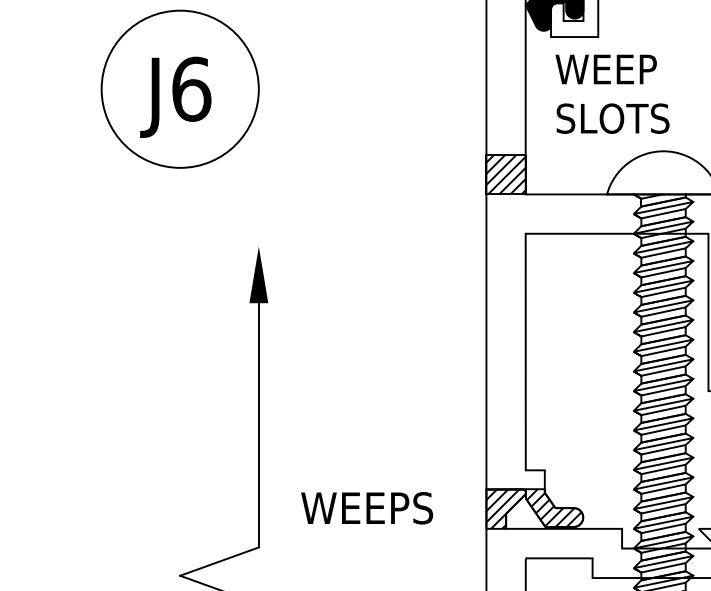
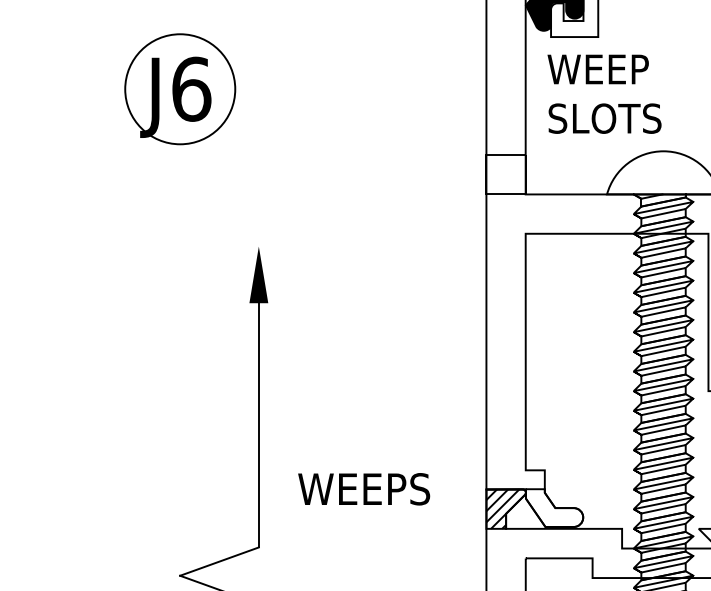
circle at (179, 88) diameter: 157 px -> 110 px
text at (612, 93) position: (612, 93) -> (604, 93)
hatch at (505, 174): present -> none
hatch at (553, 507): present -> none
text at (367, 508) position: (367, 508) -> (364, 489)
